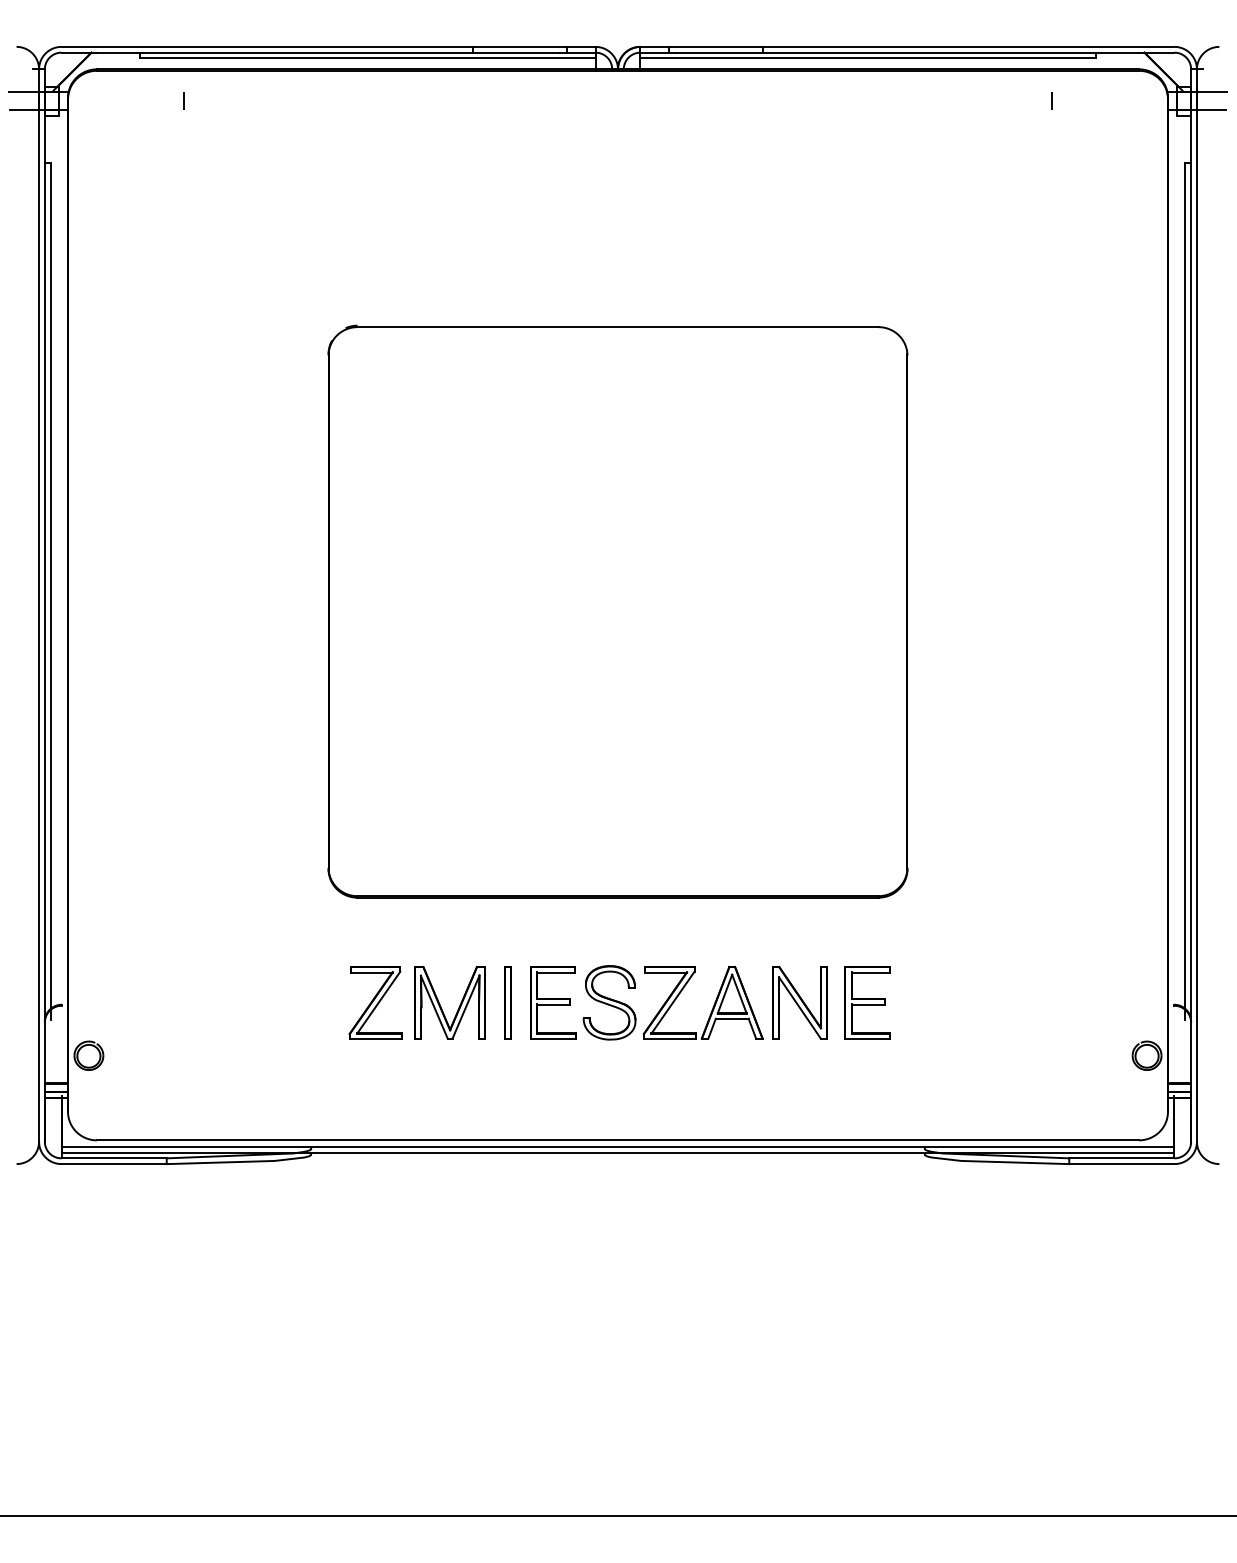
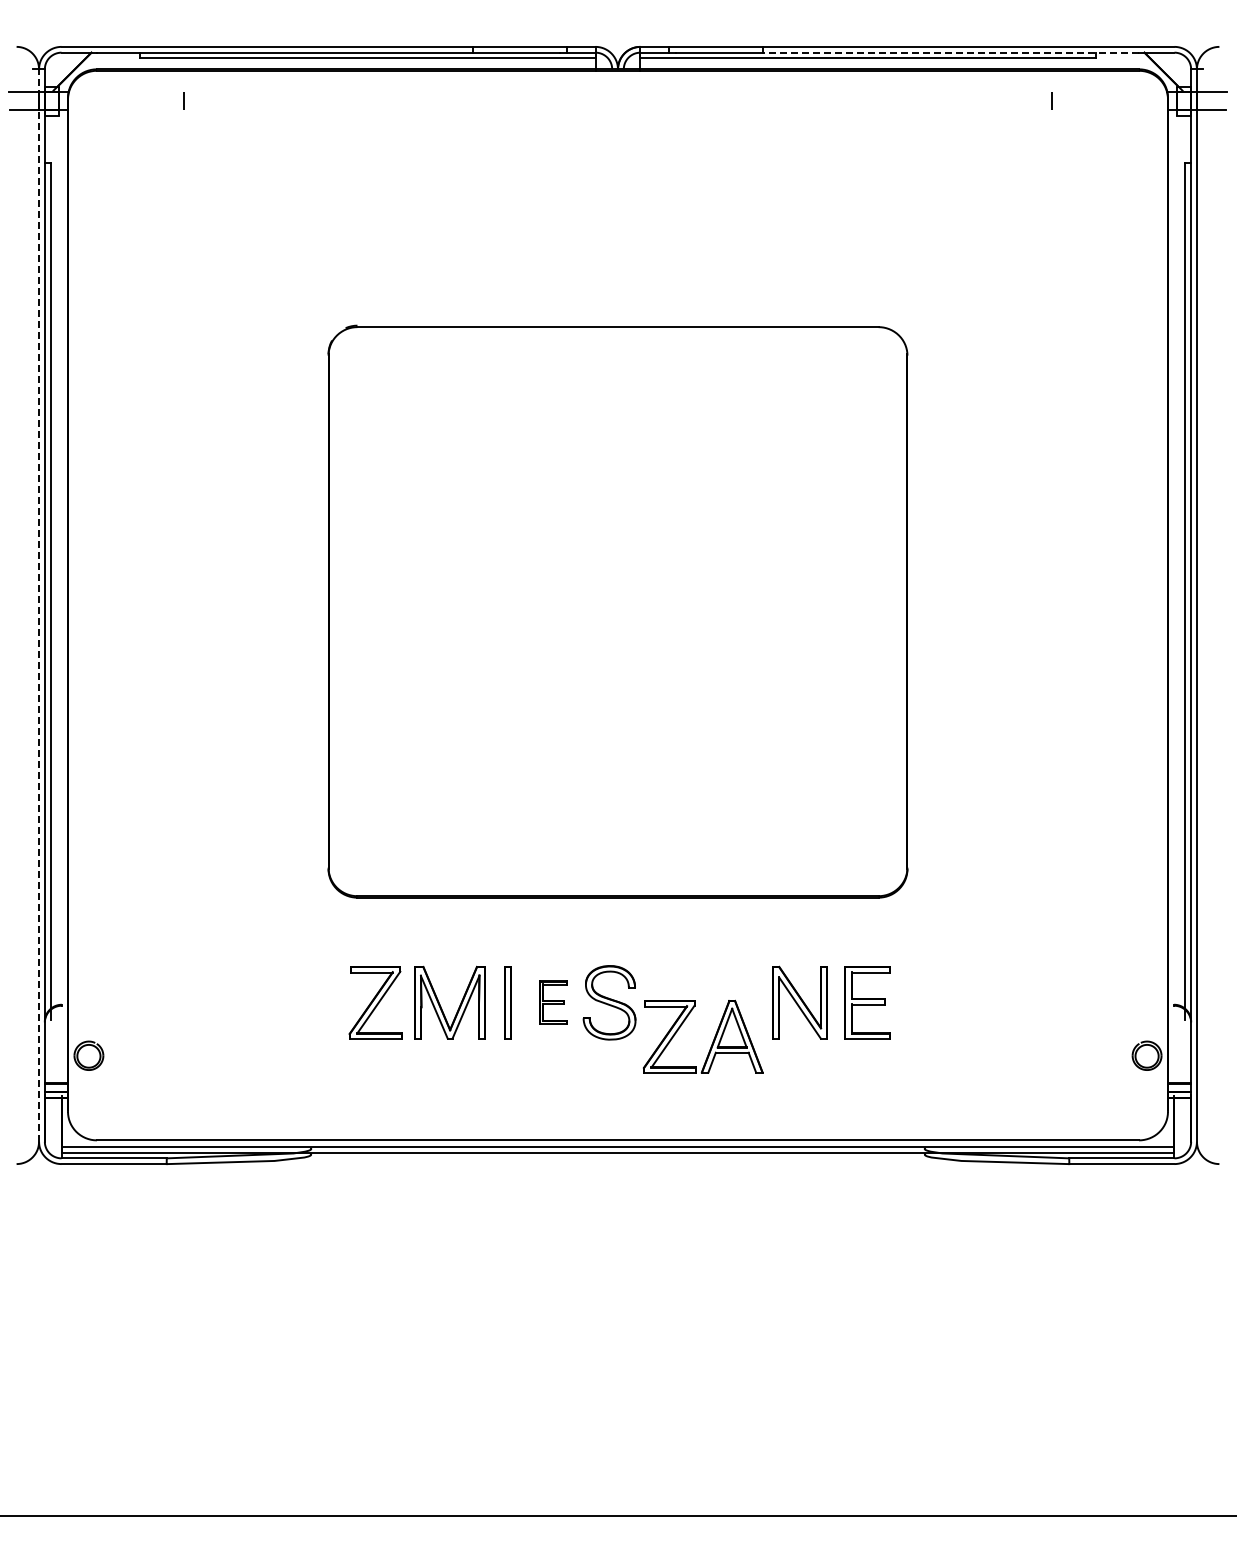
line at (950, 52): solid -> dashed
line at (39, 605): solid -> dashed
part at (553, 1002) size: 47x74 px -> 29x45 px
part at (713, 1004) position: (713, 1004) -> (713, 1038)
